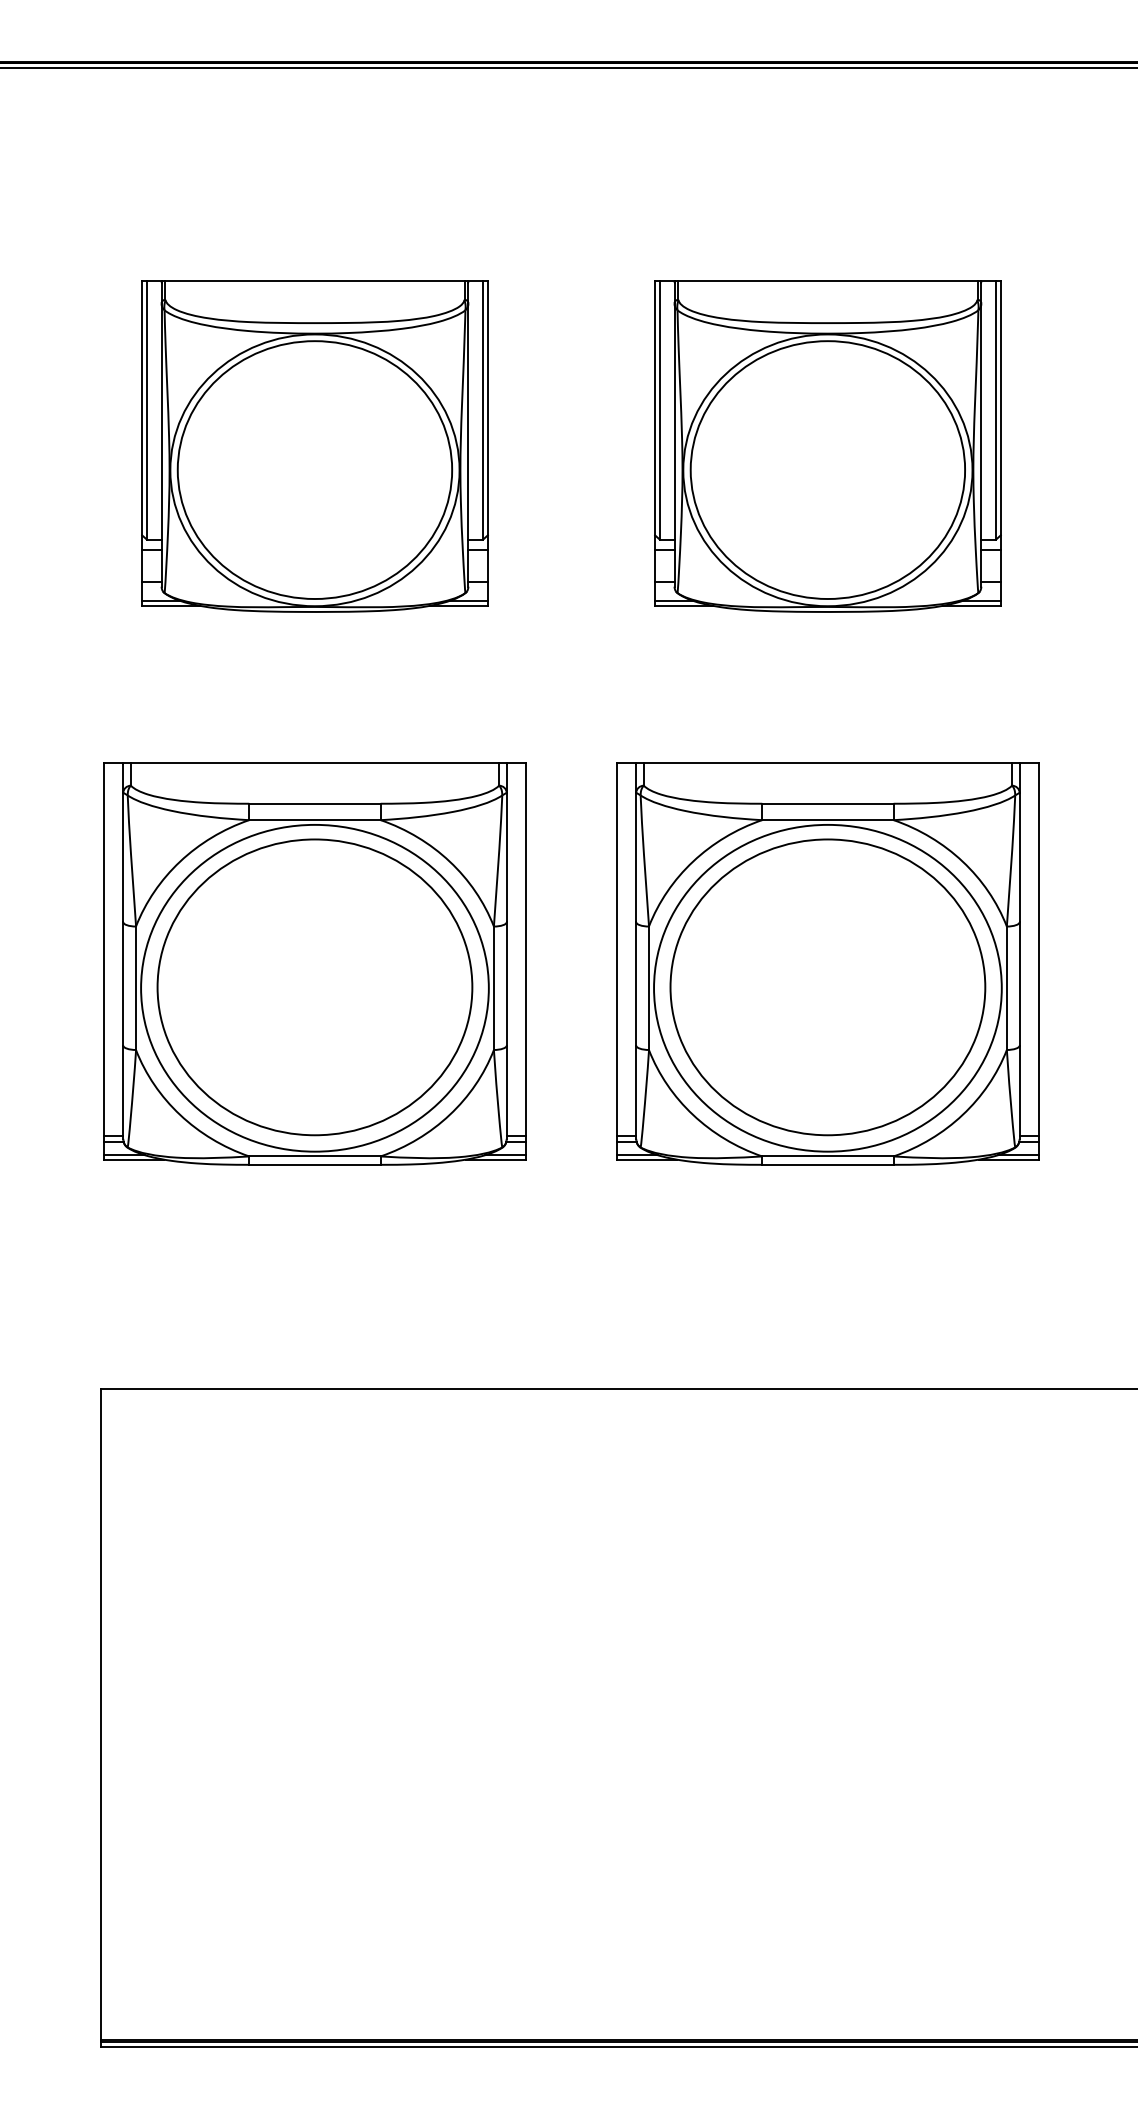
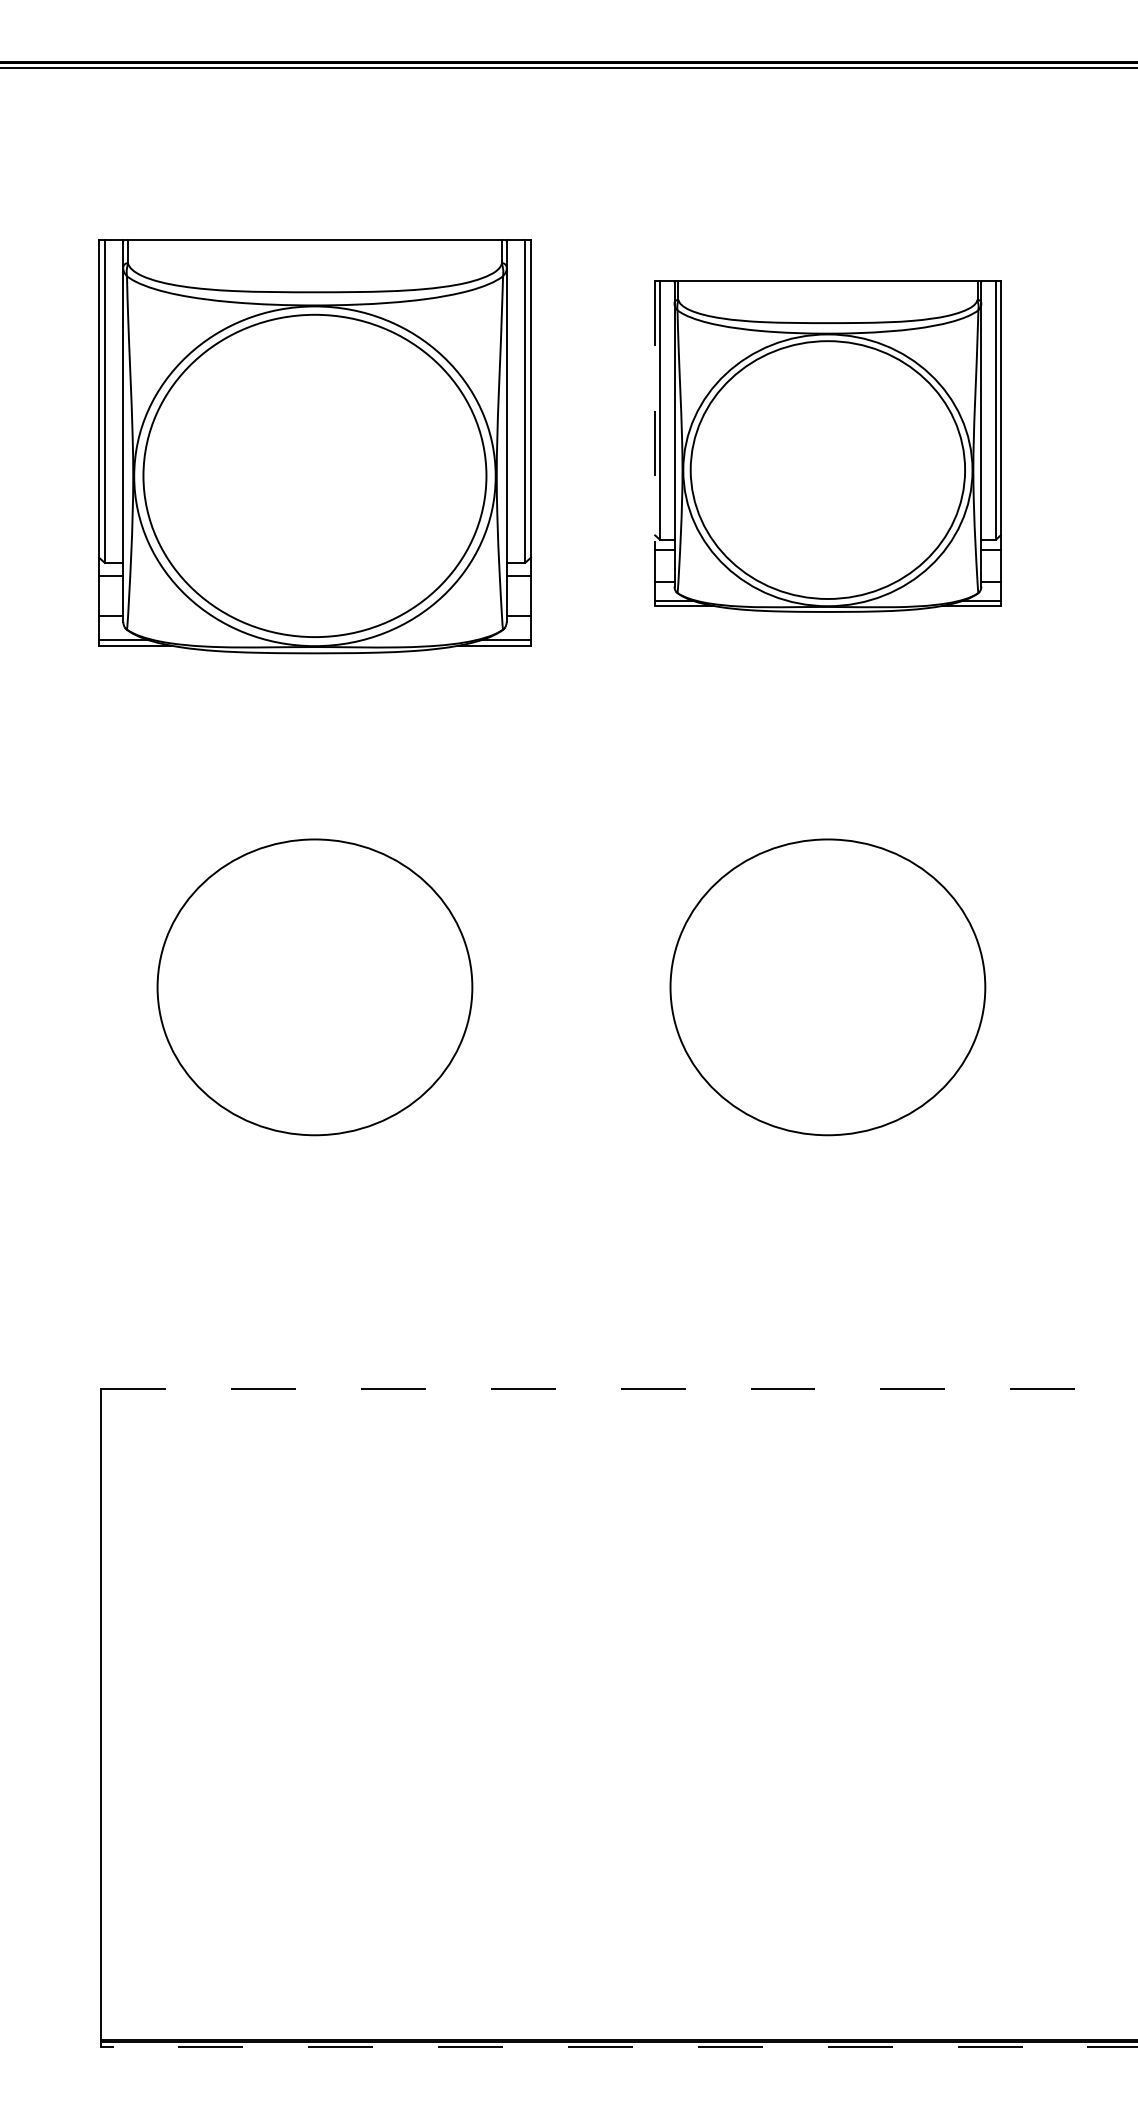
line at (655, 442): solid -> dashed
part at (314, 446) size: 348x333 px -> 436x416 px
part at (314, 963): present -> none
part at (827, 963): present -> none
line at (619, 1388): solid -> dashed
line at (619, 2046): solid -> dashed
